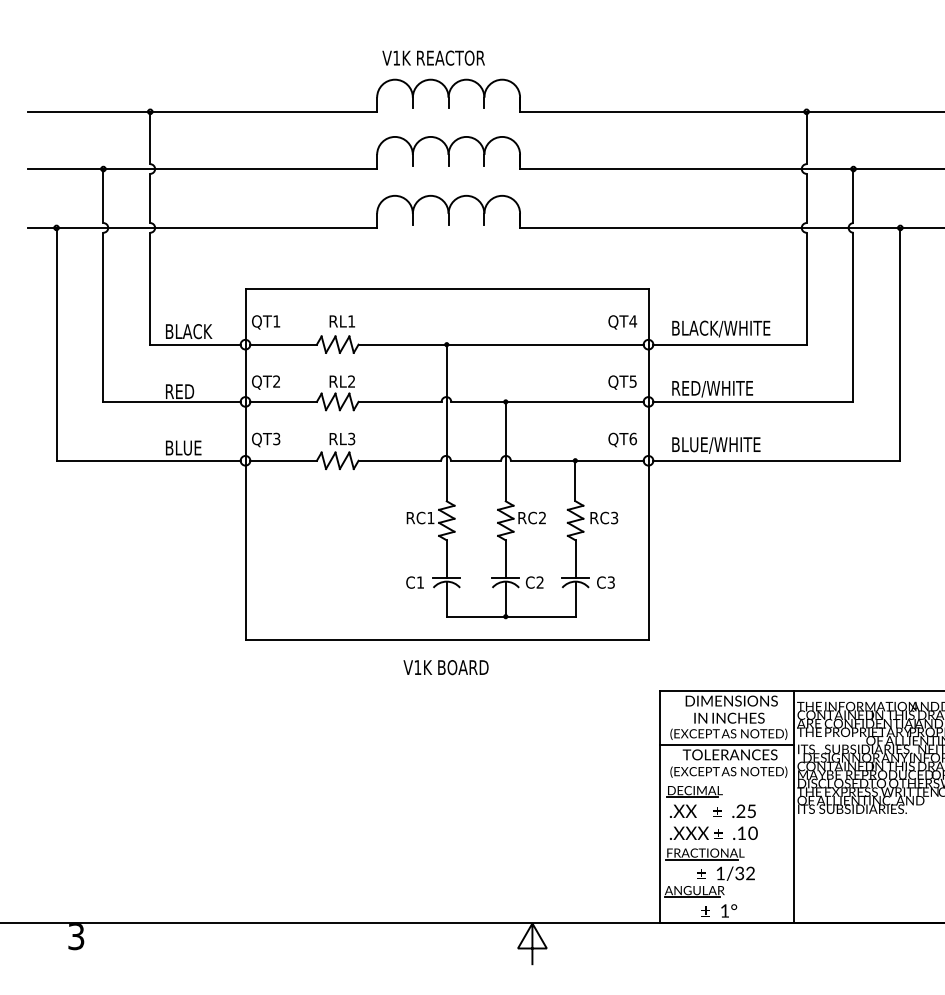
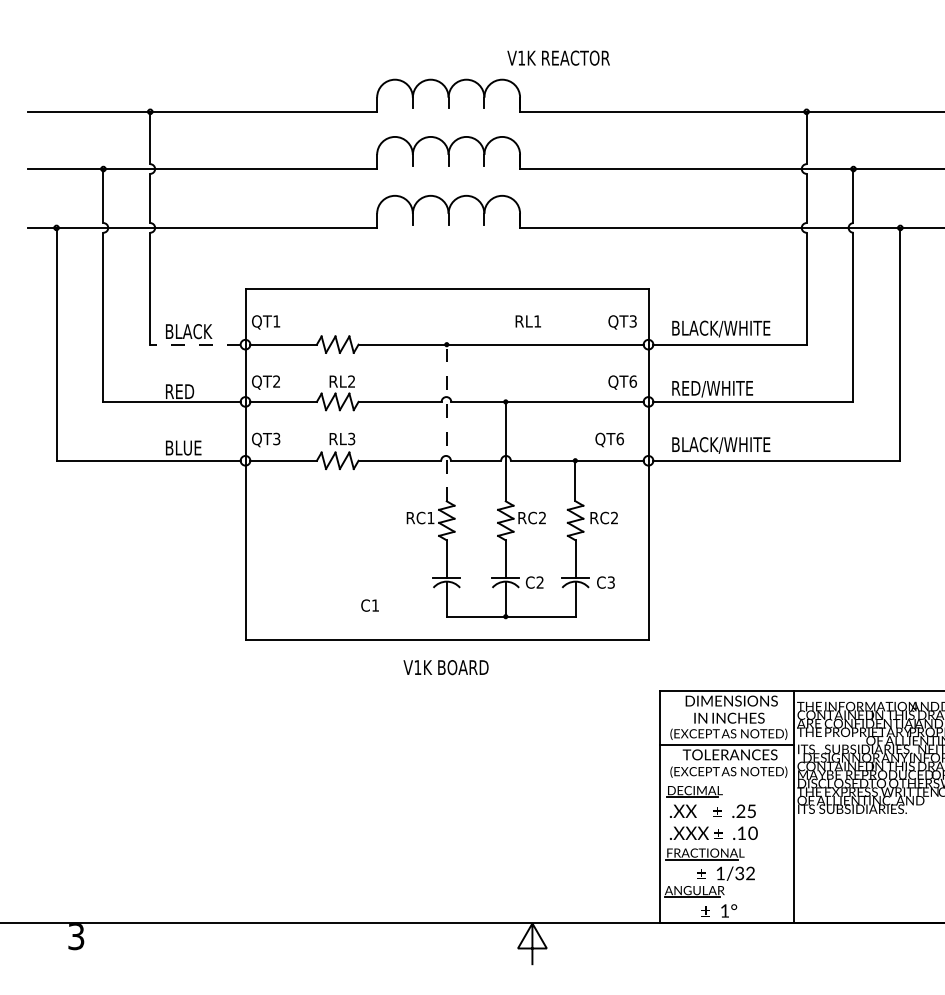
text at (433, 57) position: (433, 57) -> (558, 57)
text at (341, 321) position: (341, 321) -> (527, 321)
text at (633, 321): QT4 -> QT3
line at (194, 344): solid -> dashed
text at (632, 381): QT5 -> QT6
line at (446, 422): solid -> dashed
text at (622, 439) position: (622, 439) -> (609, 439)
text at (729, 445): BLUE/WHITE -> BLACK/WHITE
text at (614, 518): RC3 -> RC2
text at (414, 582) position: (414, 582) -> (369, 605)
